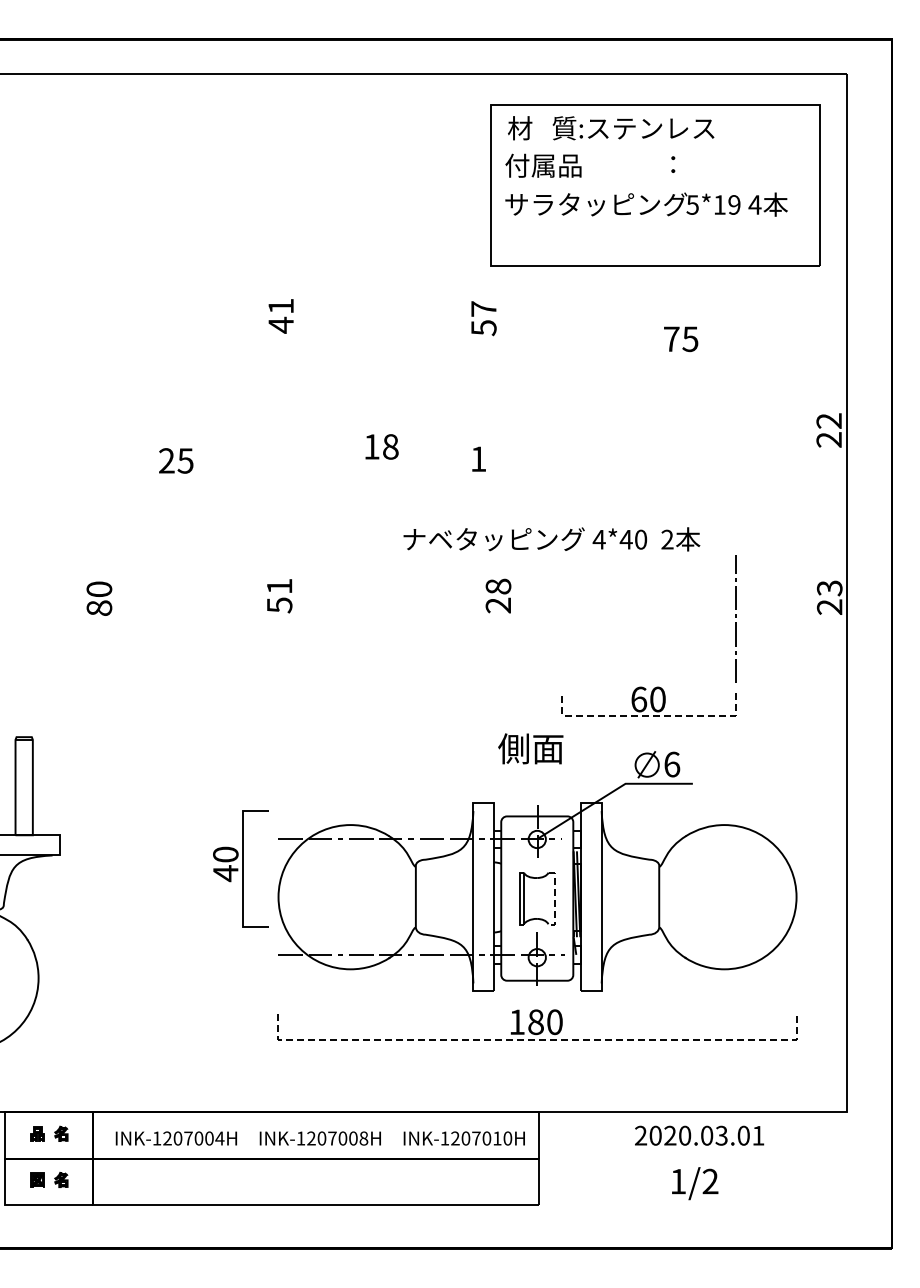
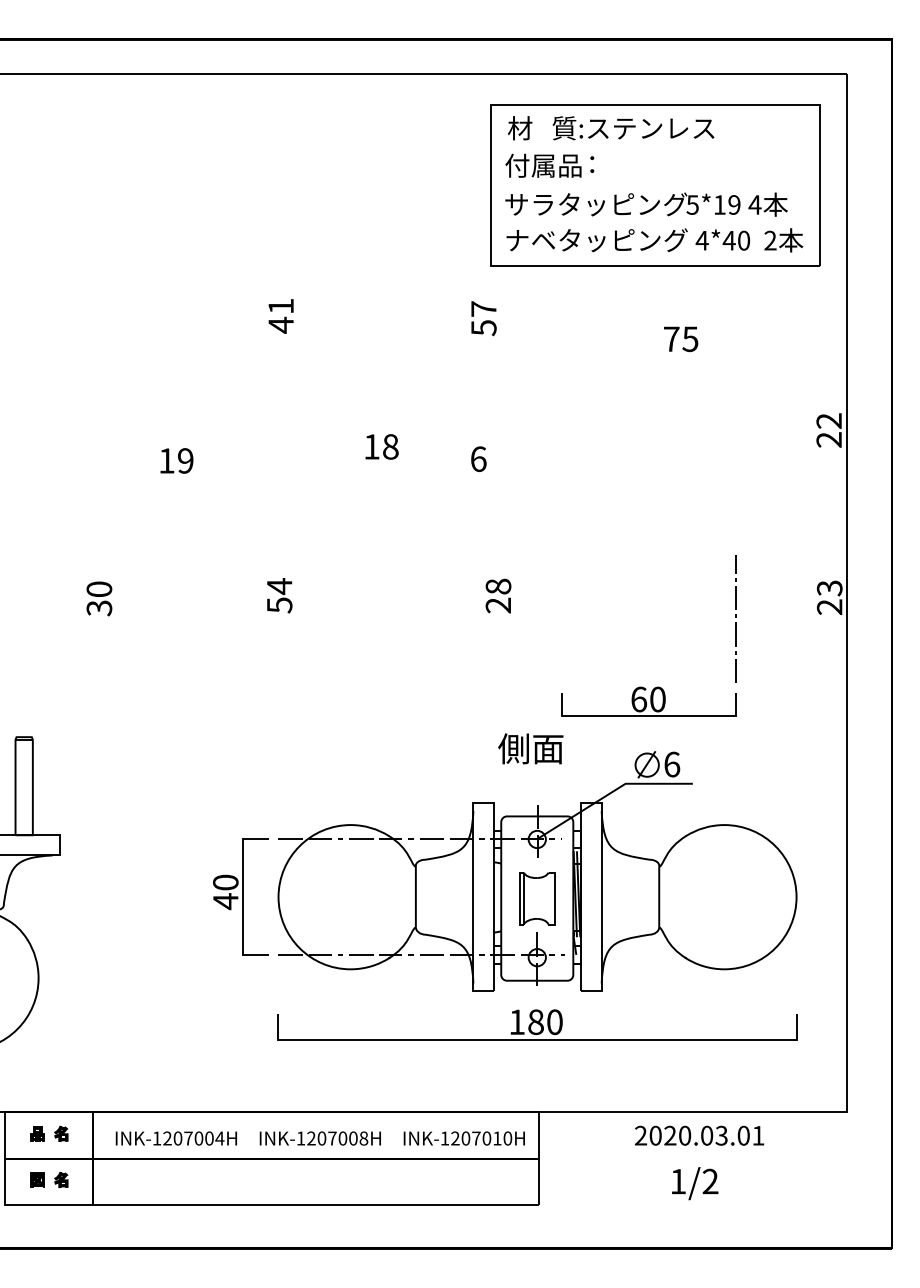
text at (673, 164) position: (673, 164) -> (592, 164)
text at (478, 459): 1 -> 6
text at (176, 460): 25 -> 19
text at (551, 539) position: (551, 539) -> (654, 240)
text at (279, 586): 51 -> 54
text at (99, 608): 80 -> 30
line at (648, 715): dashed -> solid
part at (240, 868) position: (240, 868) -> (240, 896)
line at (554, 898): dashed -> solid
line at (537, 1039): dashed -> solid
